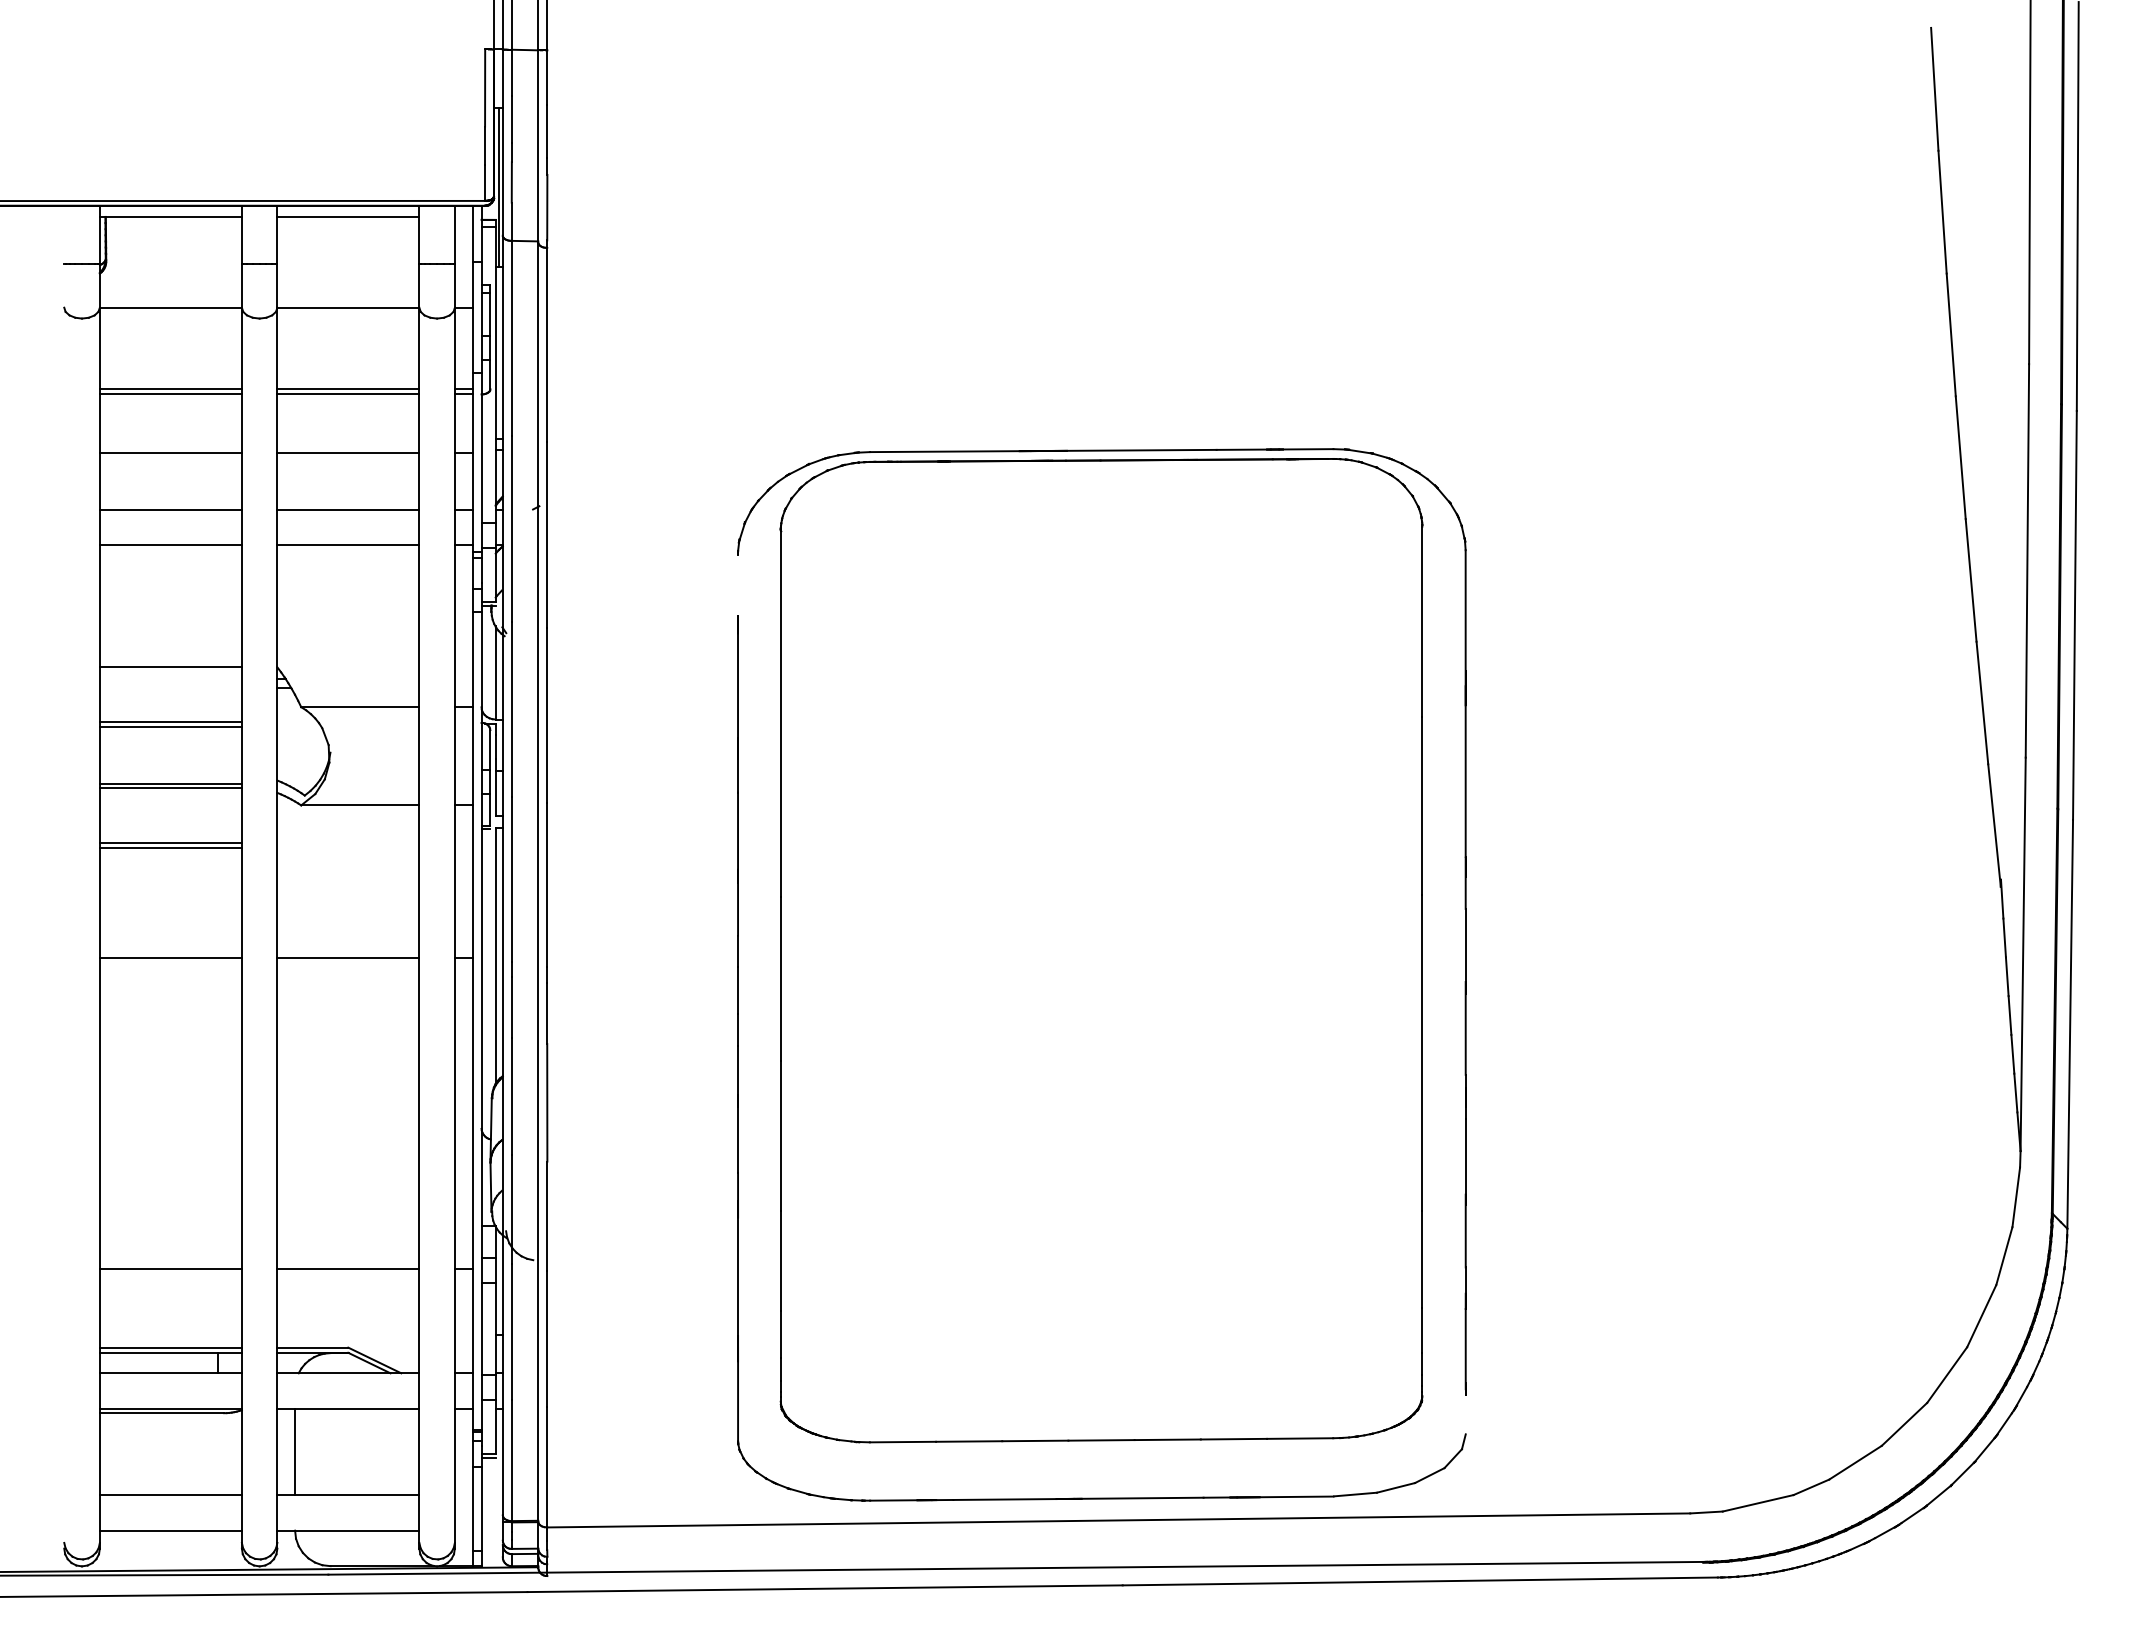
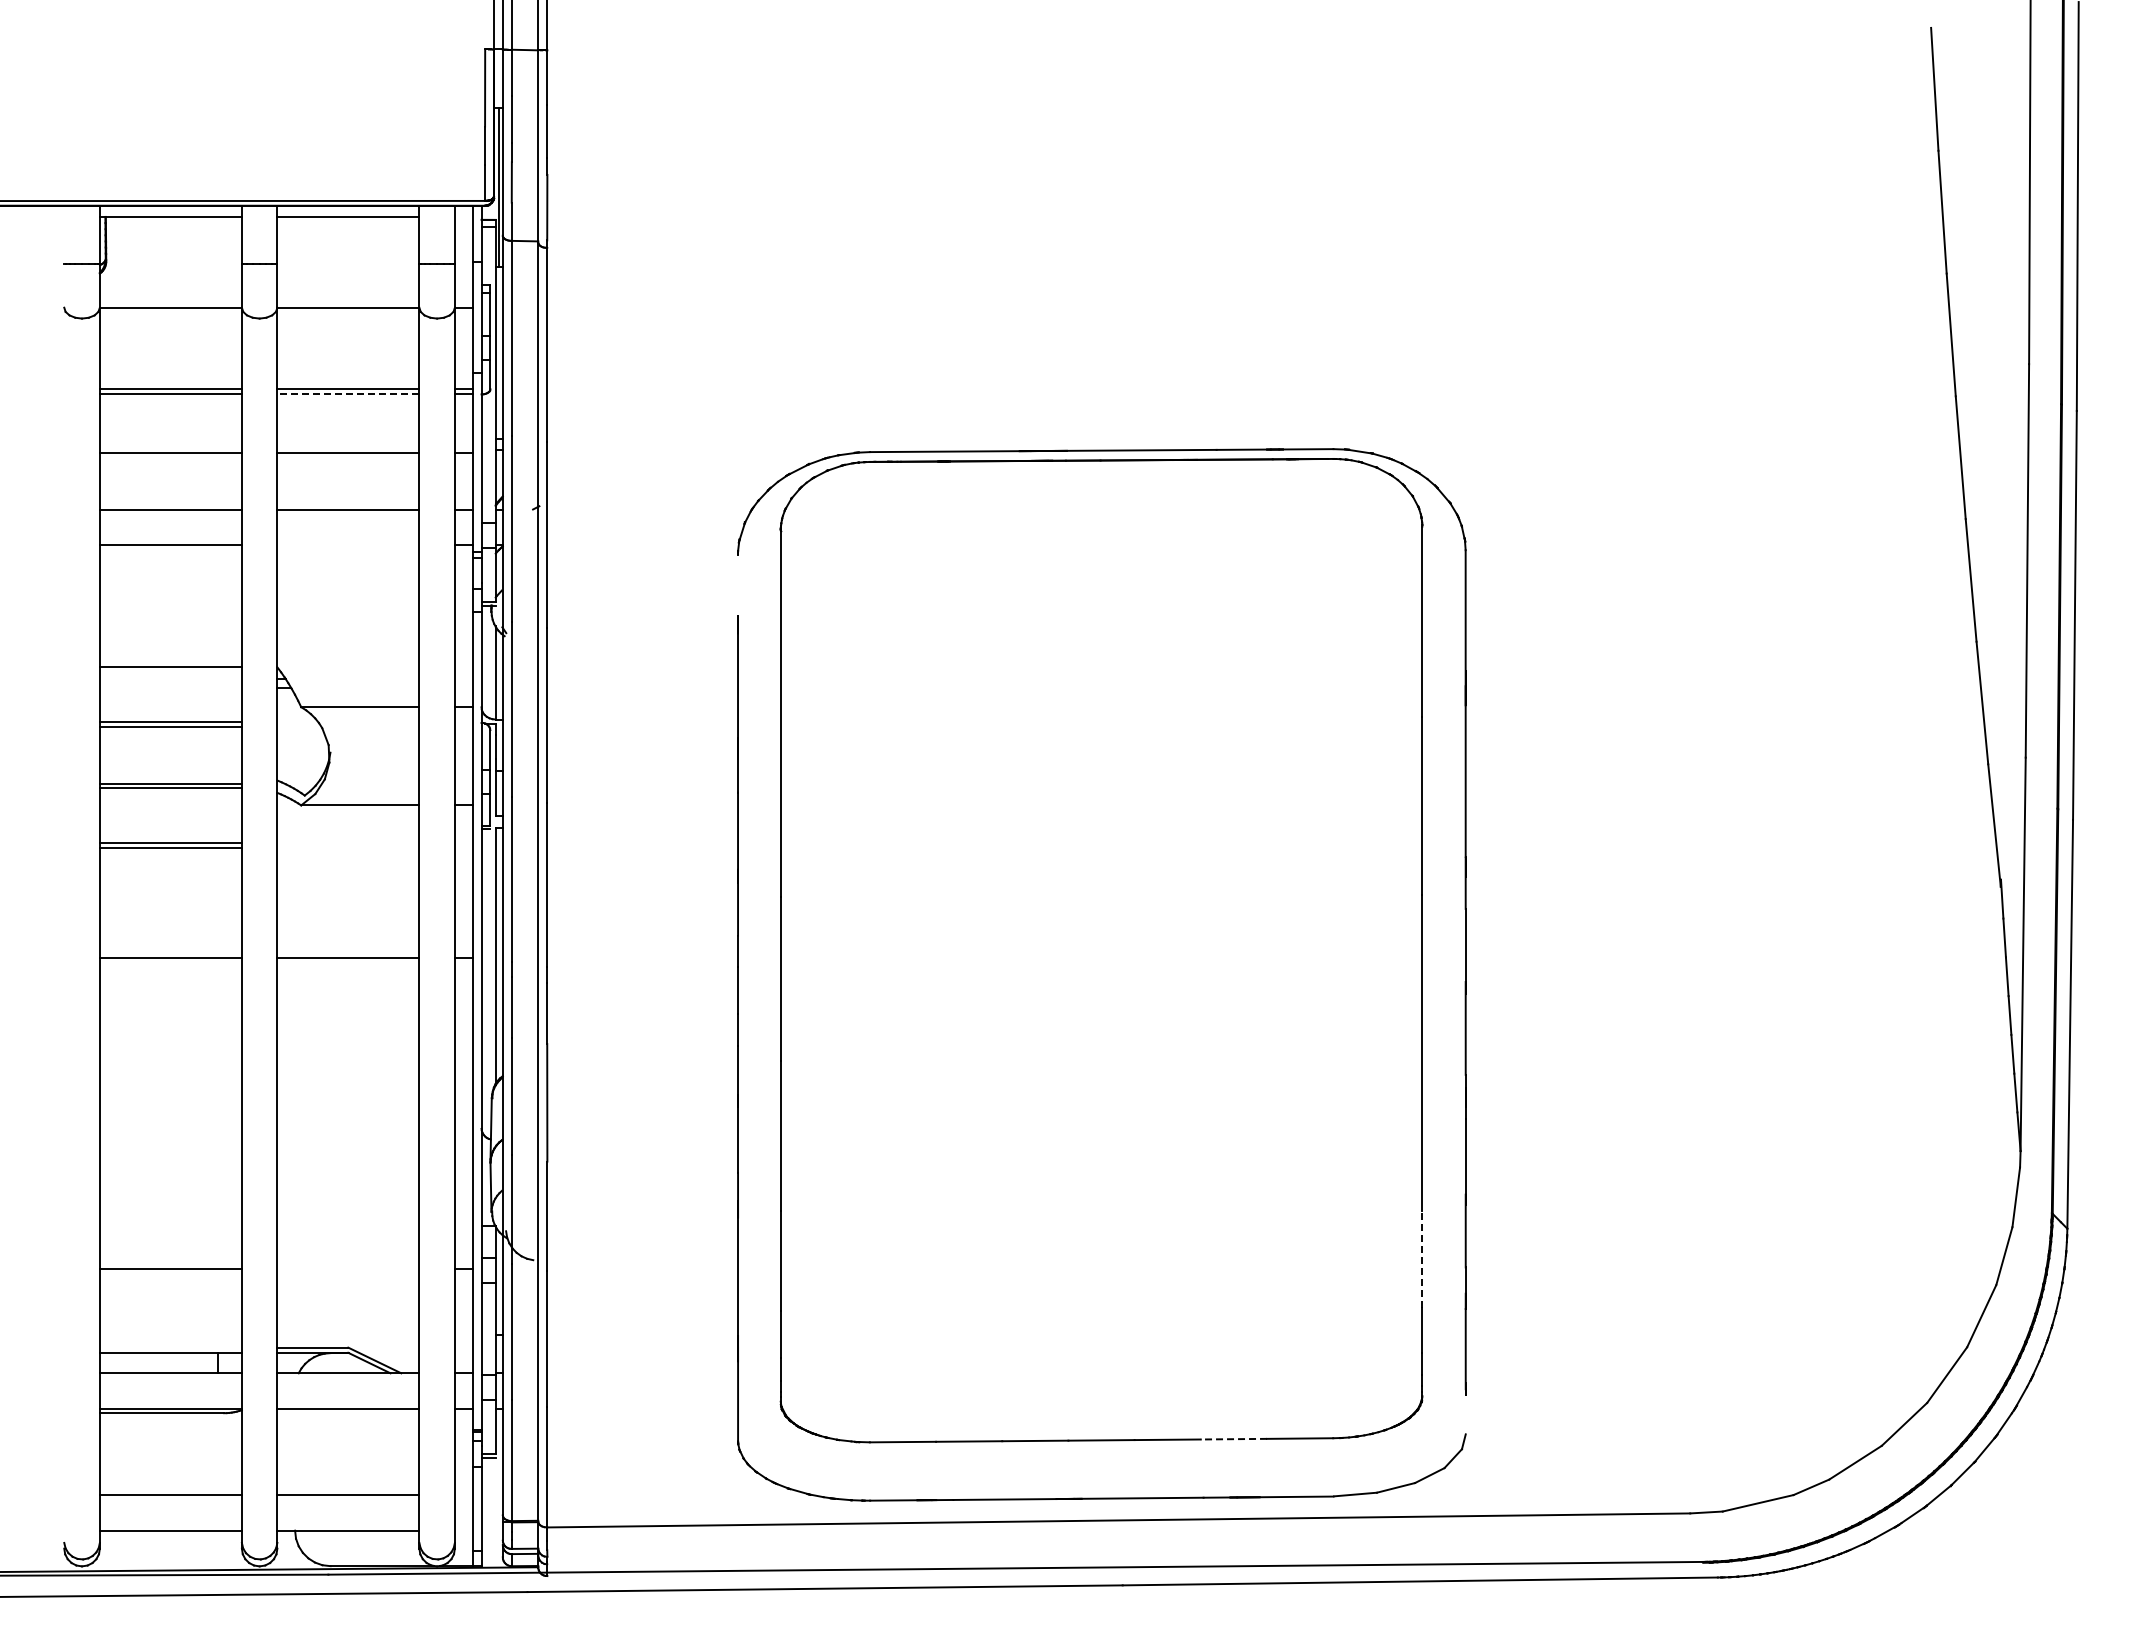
line at (347, 394): solid -> dashed
line at (348, 544): present -> none
line at (1422, 1258): solid -> dashed
line at (348, 1268): present -> none
line at (170, 1347): present -> none
line at (1233, 1439): solid -> dashed
line at (295, 1451): present -> none
